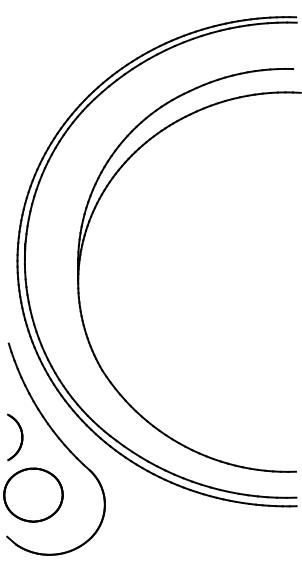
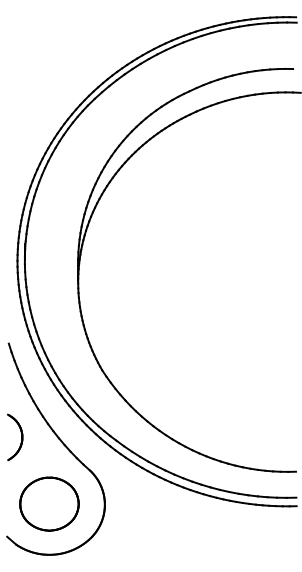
part at (33, 494) position: (33, 494) -> (49, 503)
